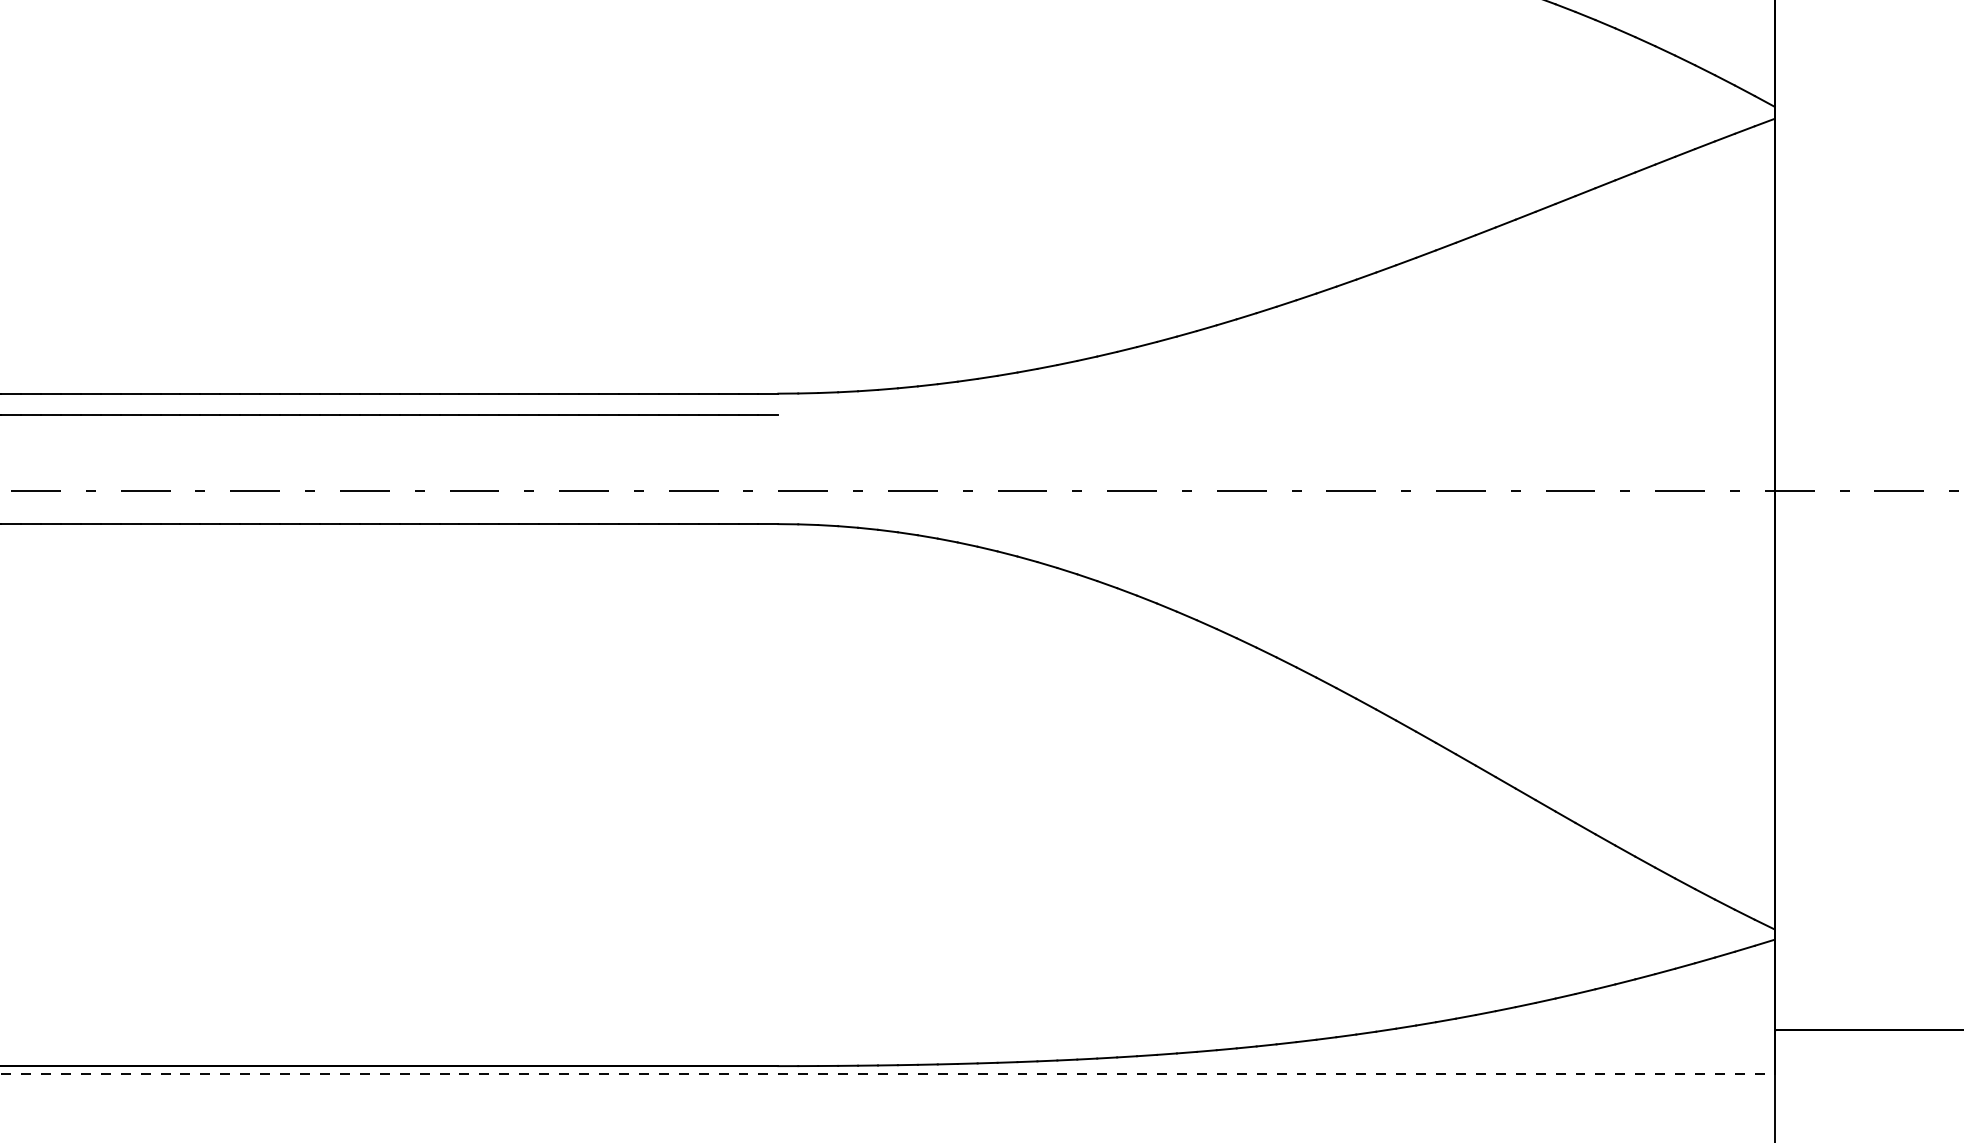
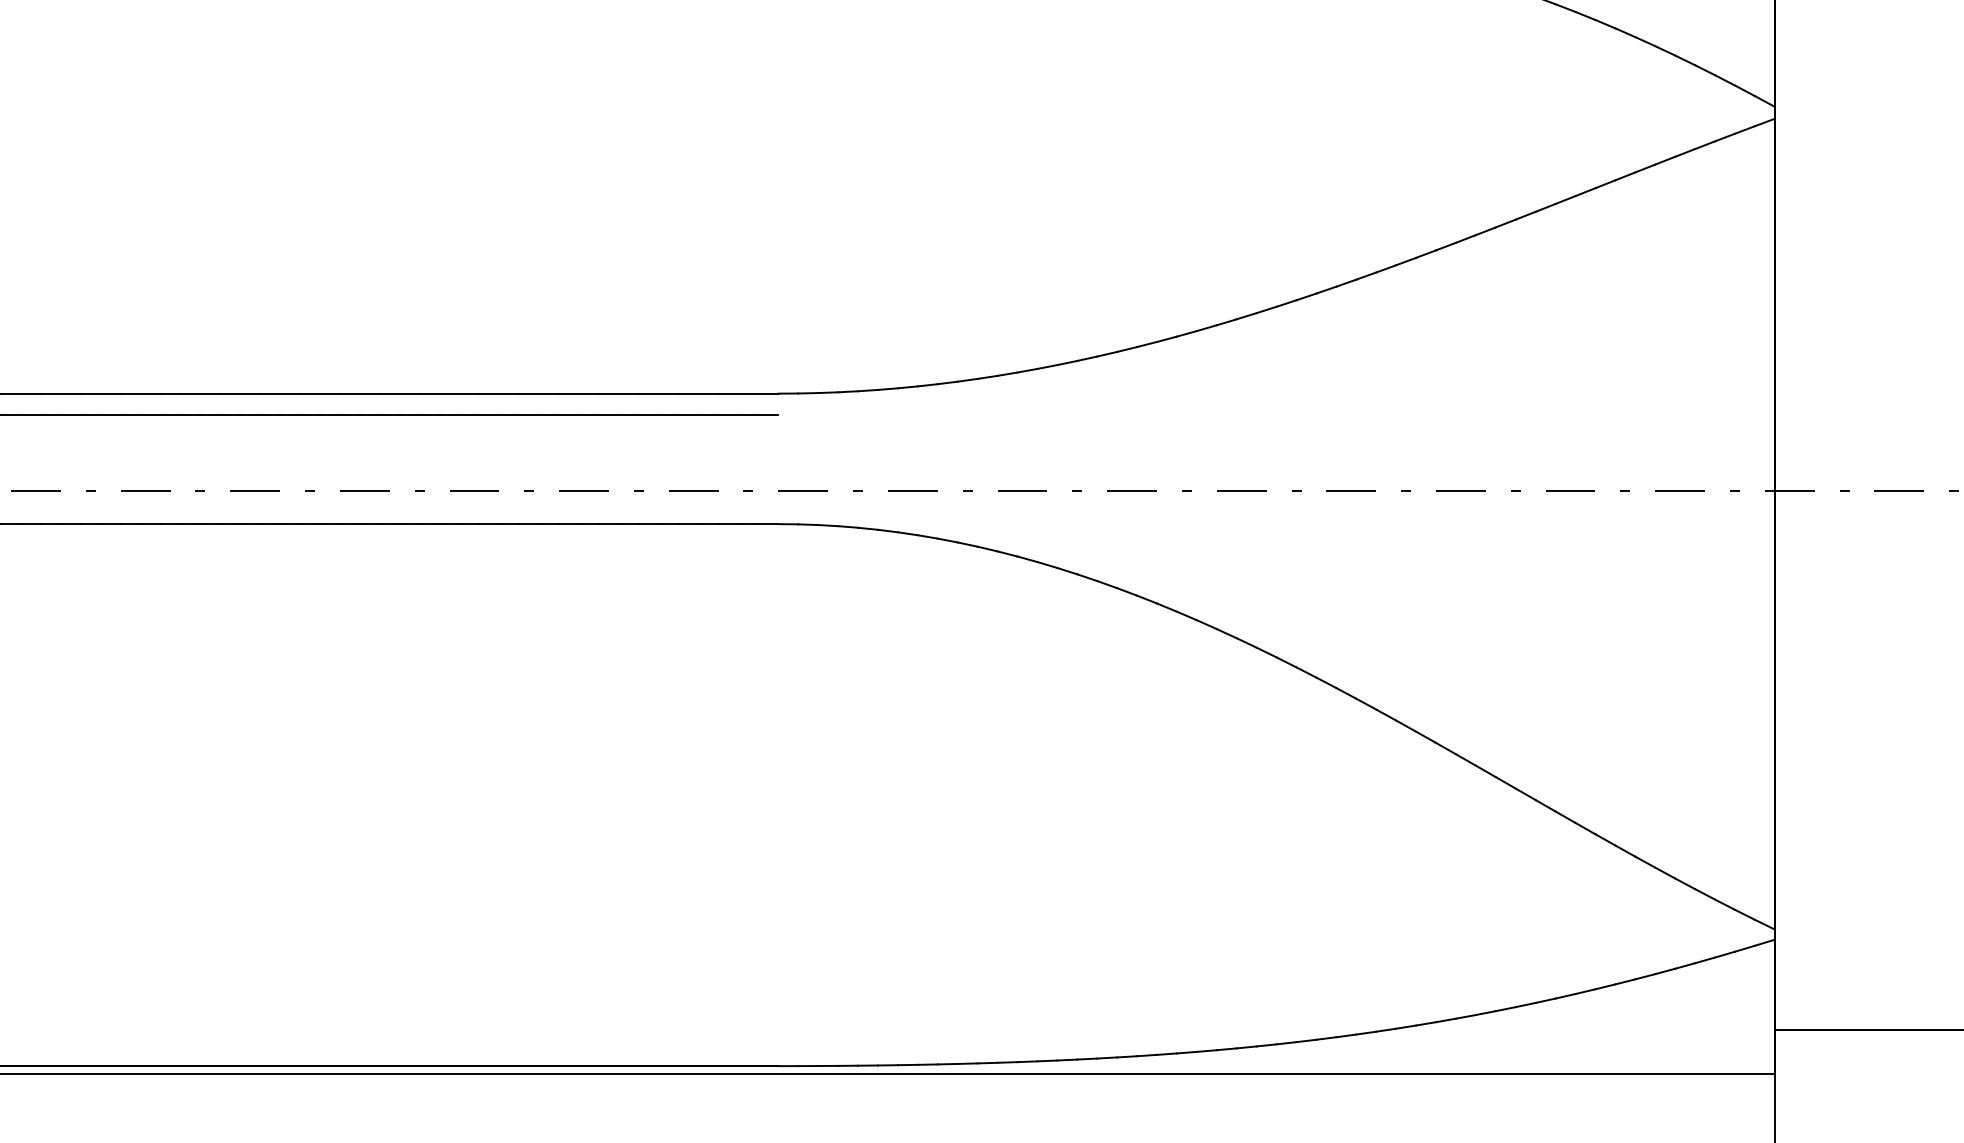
line at (887, 1074): dashed -> solid
